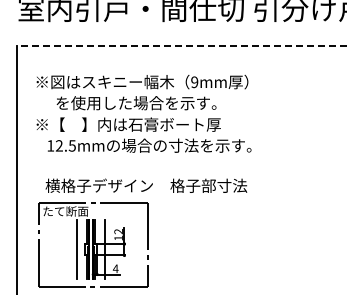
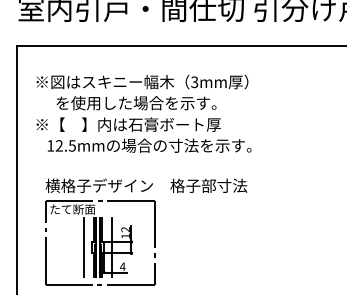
line at (181, 46): dashed -> solid
text at (194, 81): 9mm -> 3mm
part at (93, 244) position: (93, 244) -> (100, 242)
